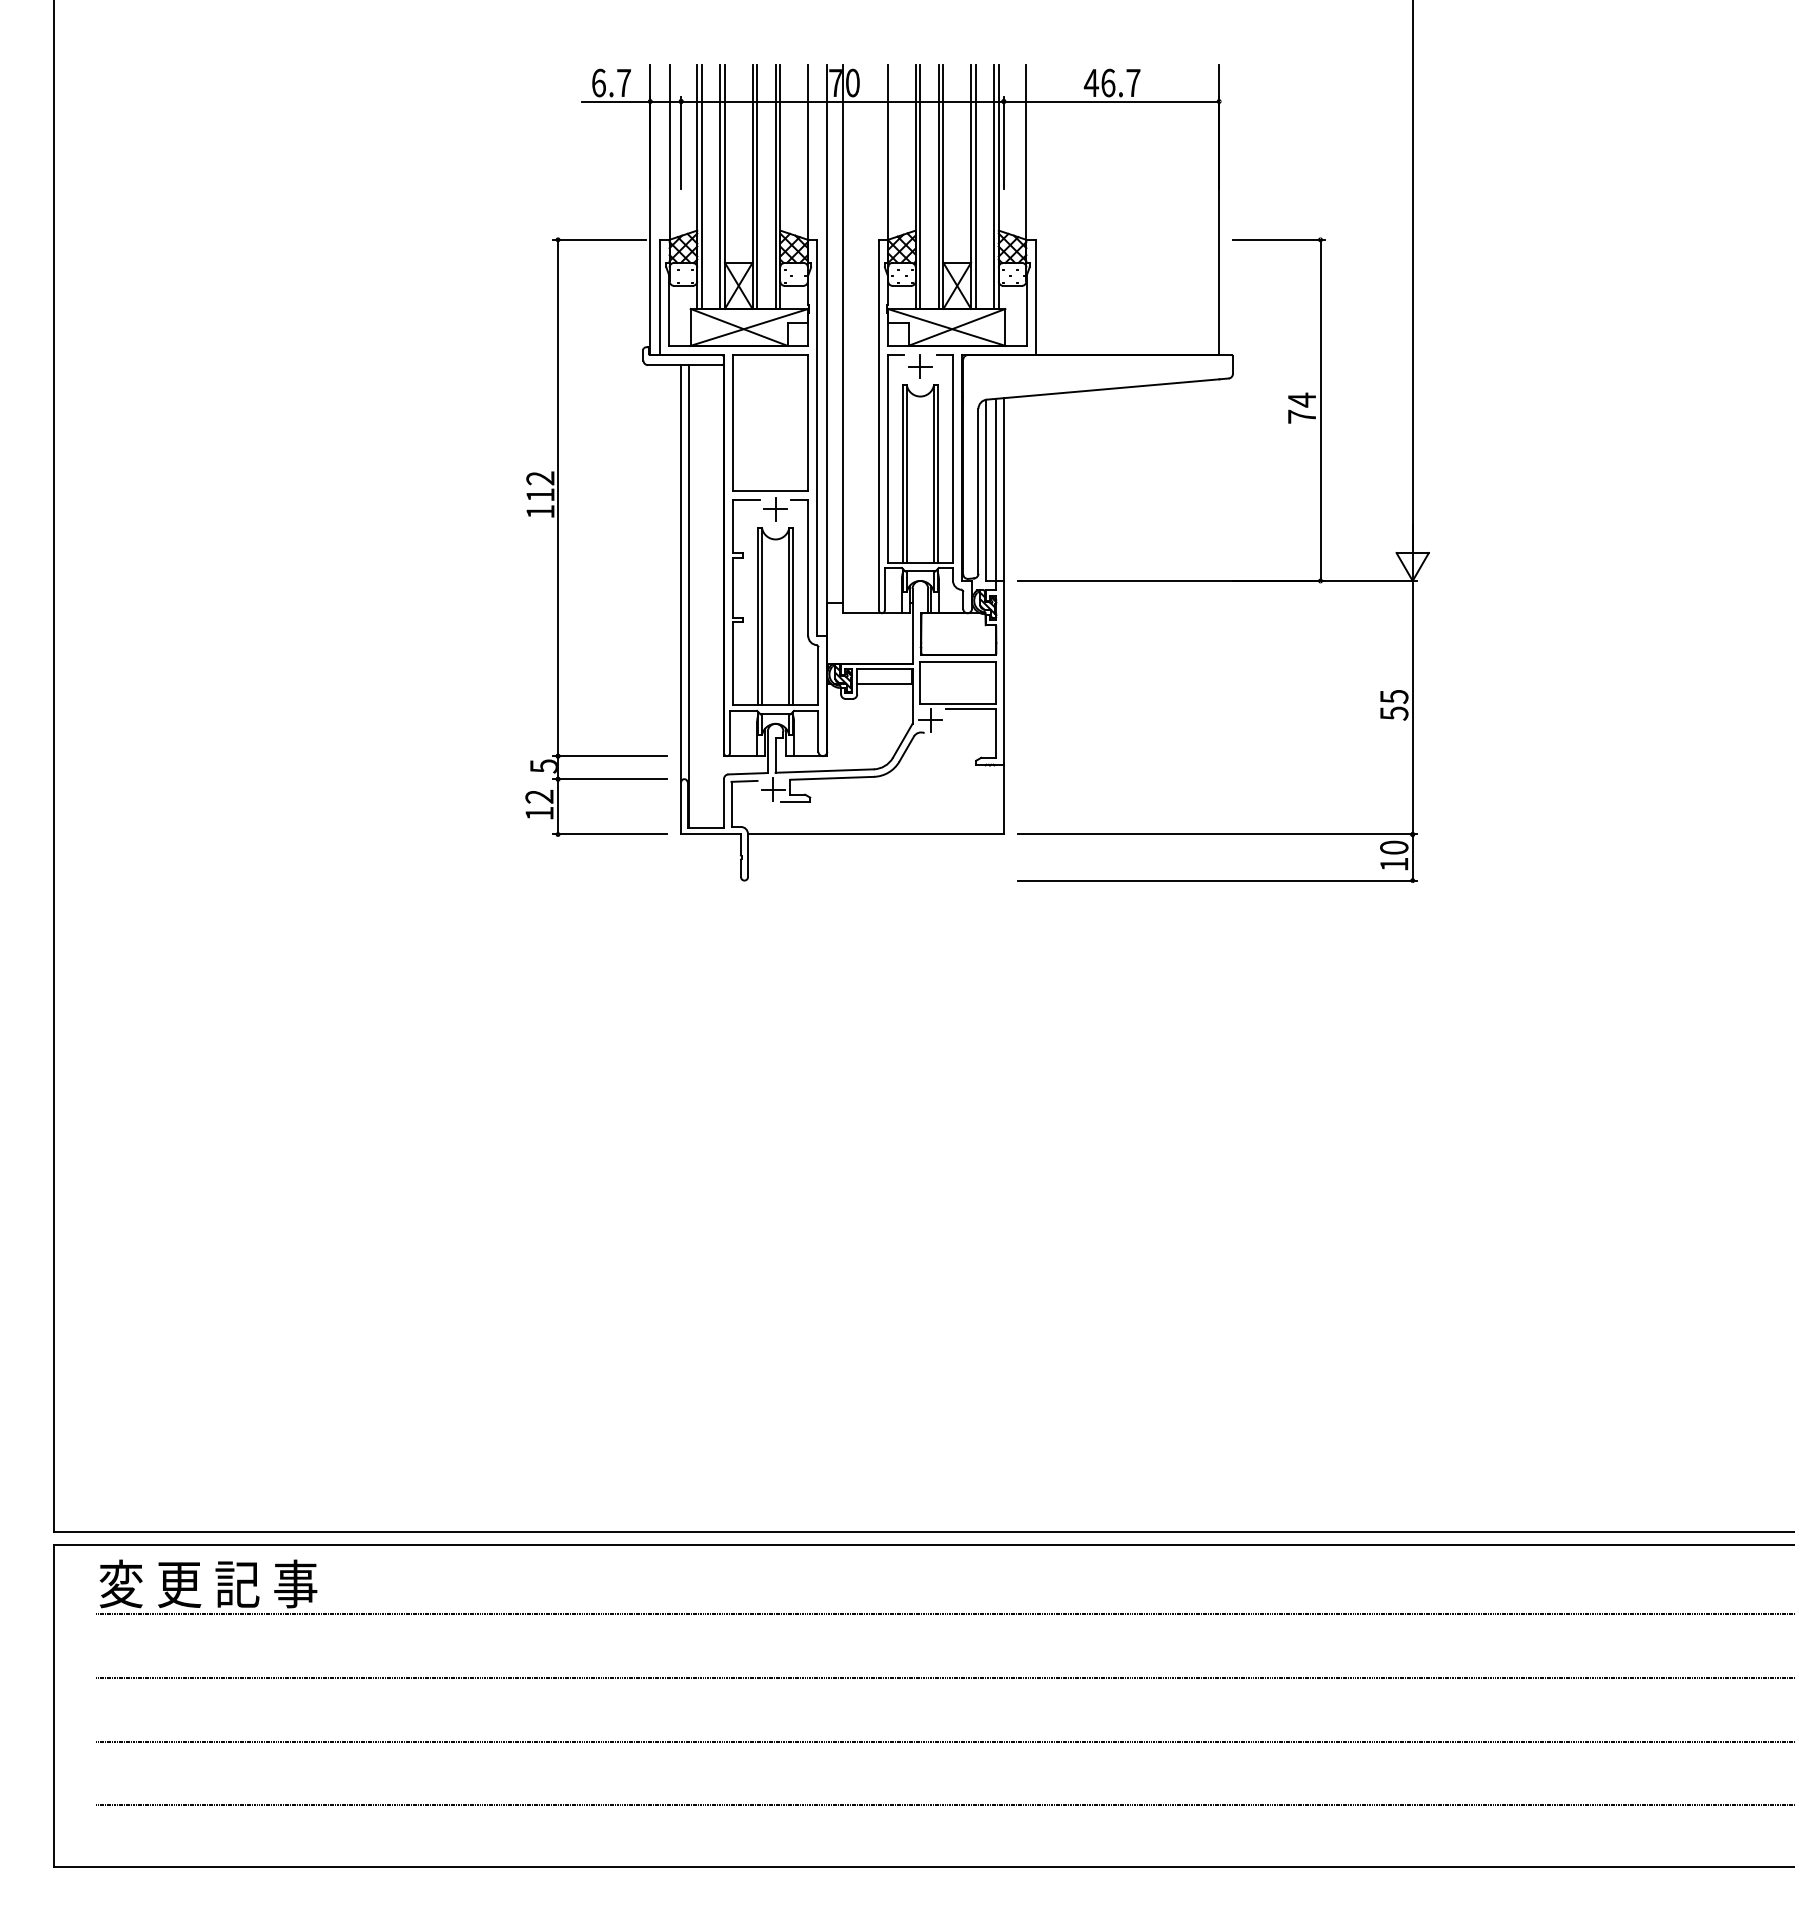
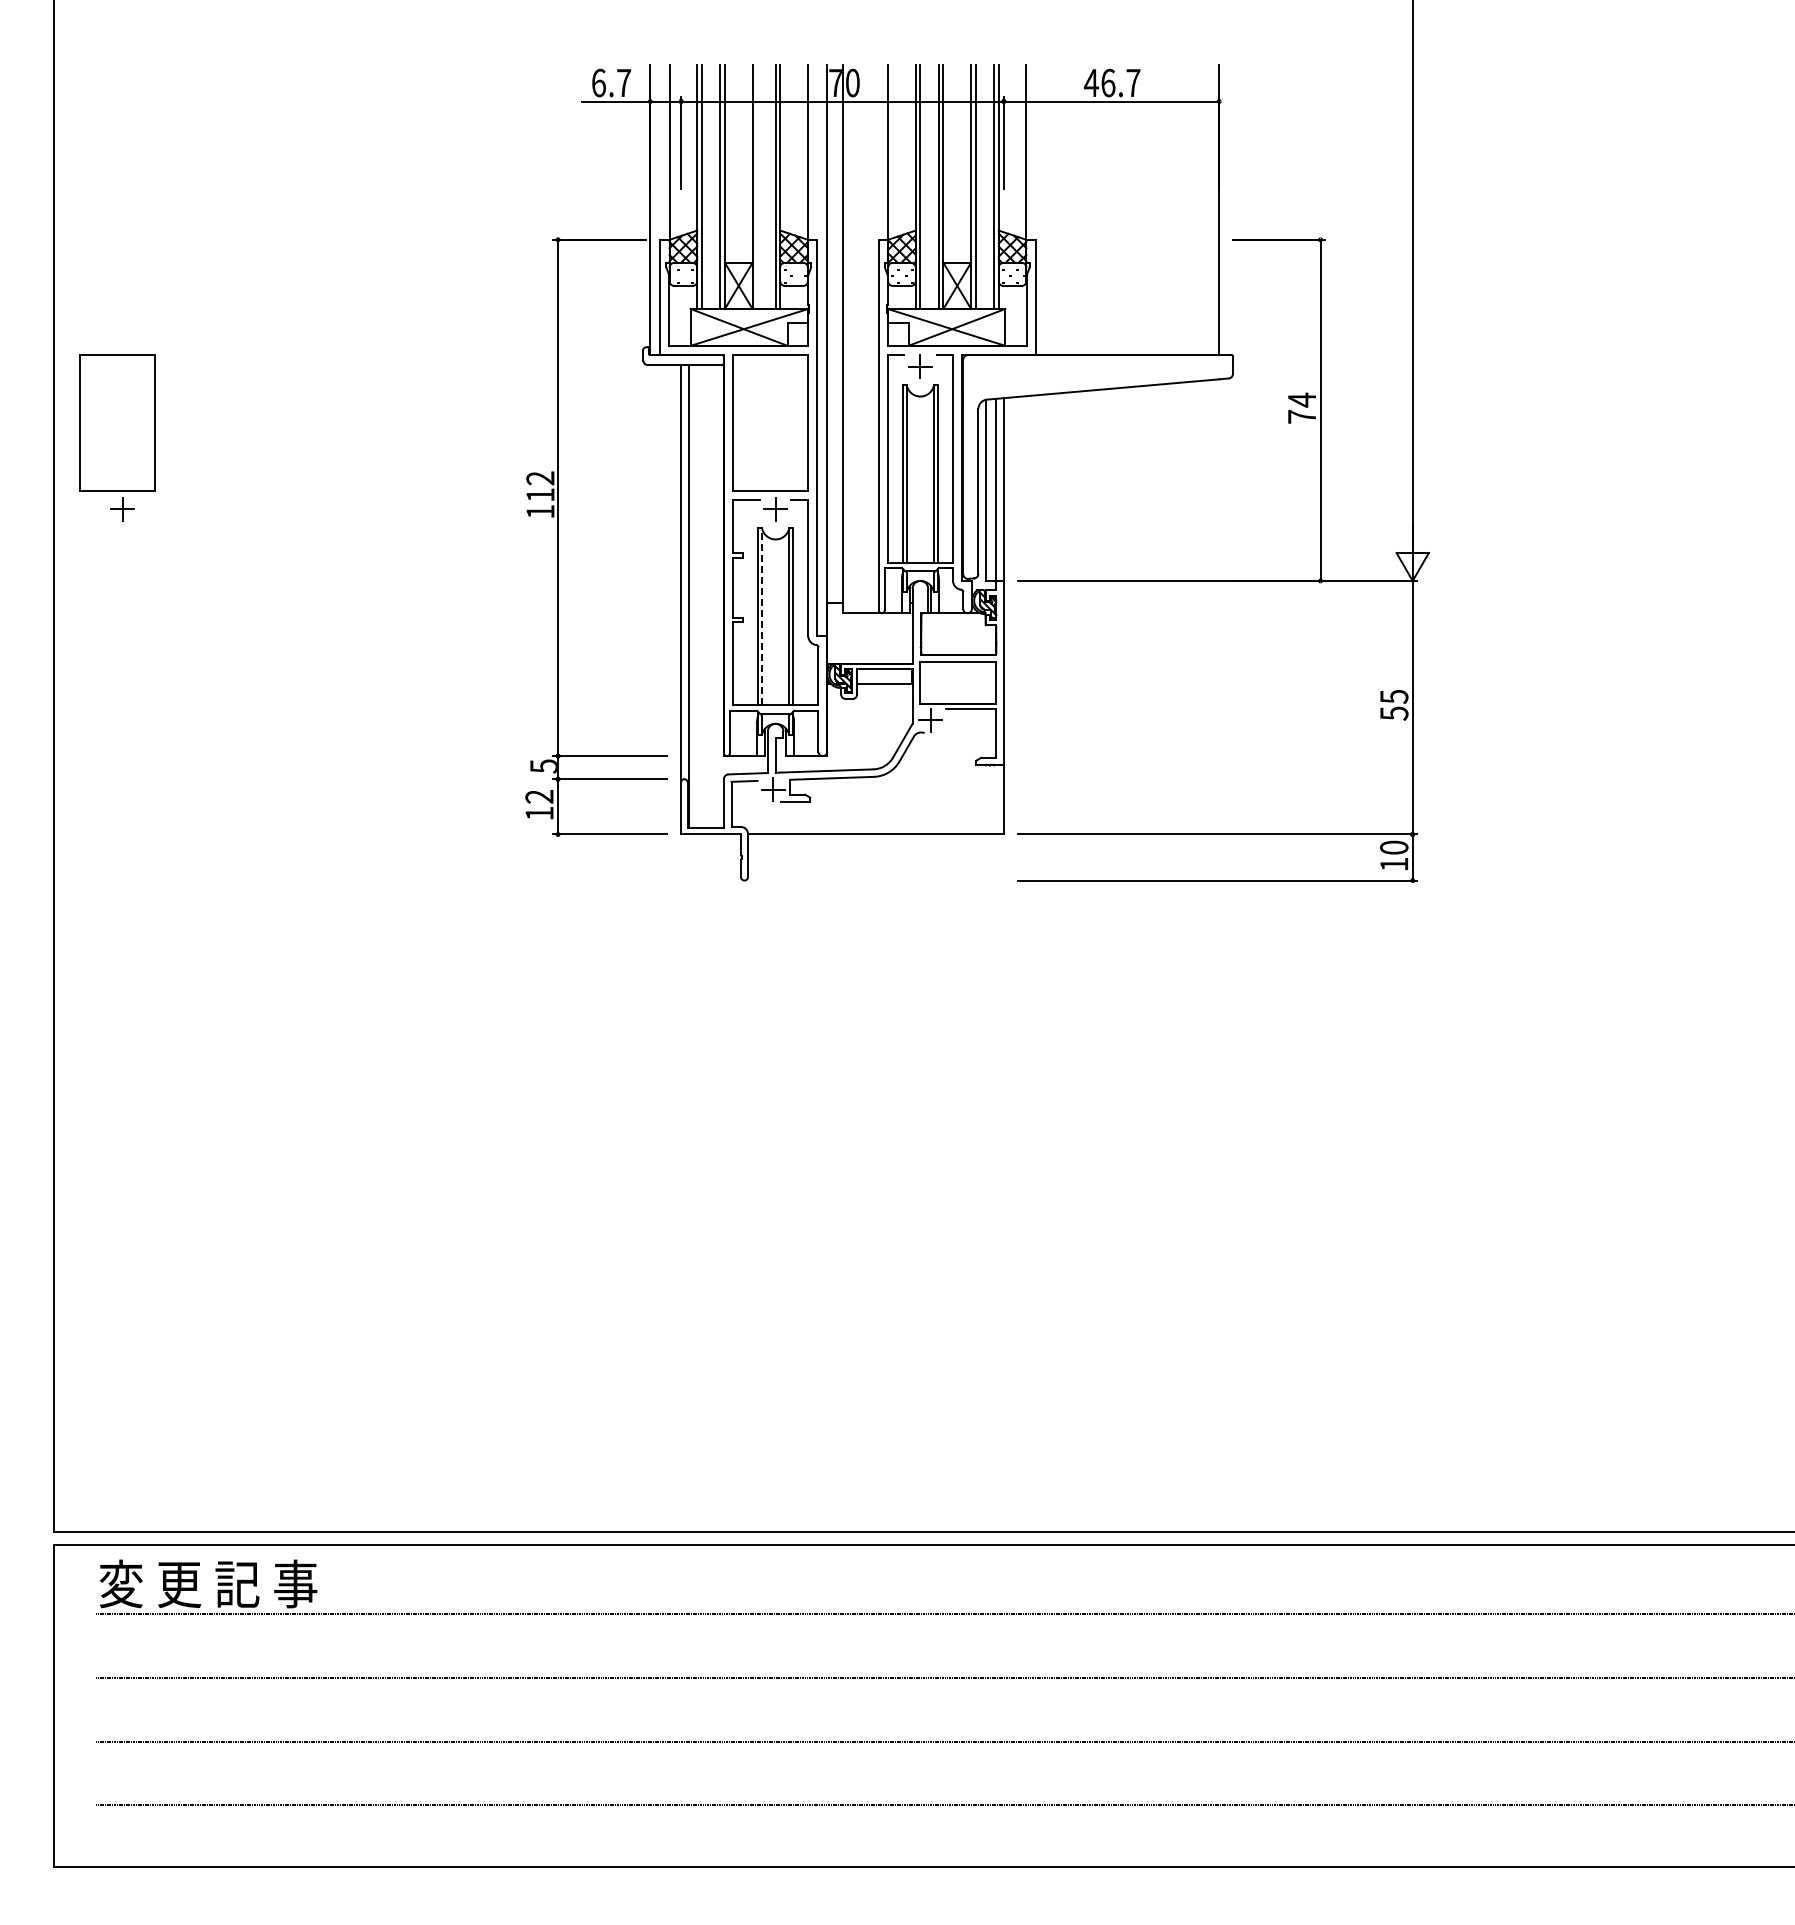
line at (757, 186): present -> none
part at (117, 437): none -> present
line at (762, 616): solid -> dashed
